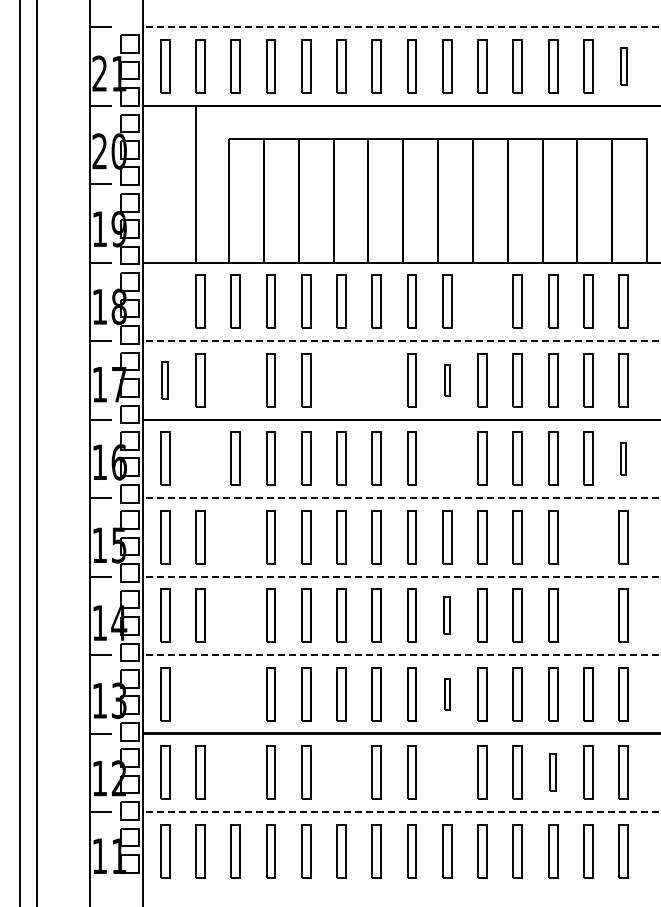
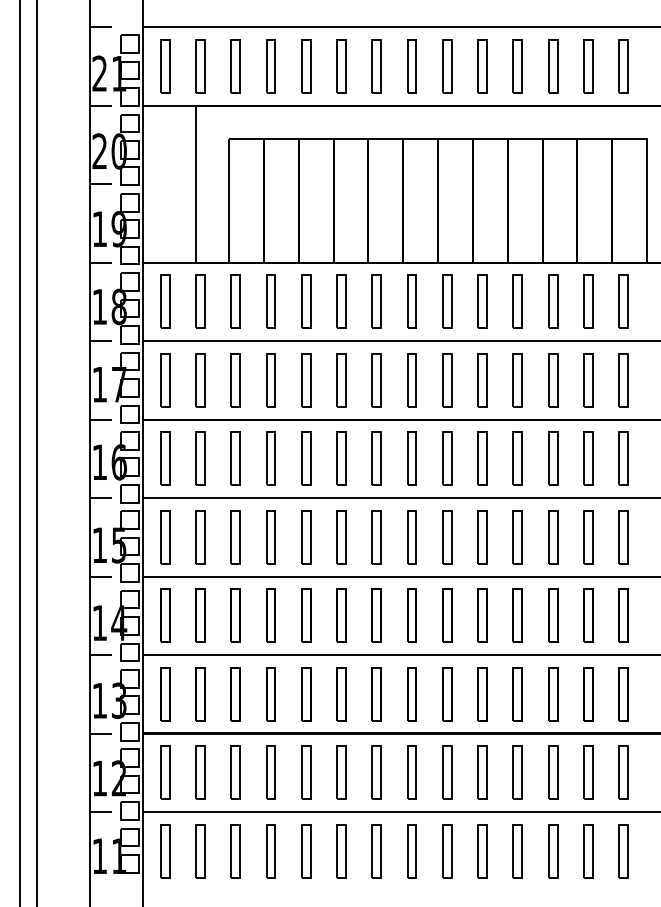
line at (401, 27): dashed -> solid
part at (623, 66) size: 8x39 px -> 11x55 px
part at (165, 301): none -> present
part at (482, 301): none -> present
line at (401, 341): dashed -> solid
part at (164, 380) size: 8x39 px -> 11x55 px
part at (235, 380): none -> present
part at (341, 380): none -> present
part at (376, 380): none -> present
part at (447, 380) size: 7x33 px -> 11x55 px
part at (200, 458): none -> present
part at (447, 458): none -> present
part at (623, 458) size: 7x34 px -> 11x55 px
line at (401, 498): dashed -> solid
part at (235, 537): none -> present
part at (588, 537): none -> present
line at (401, 576): dashed -> solid
part at (235, 615): none -> present
part at (446, 615) size: 8x39 px -> 11x55 px
part at (588, 615): none -> present
line at (401, 654): dashed -> solid
part at (200, 694): none -> present
part at (235, 694): none -> present
part at (447, 694) size: 7x33 px -> 11x55 px
part at (235, 772): none -> present
part at (341, 772): none -> present
part at (447, 772): none -> present
part at (552, 772) size: 8x39 px -> 11x55 px
line at (401, 812): dashed -> solid
